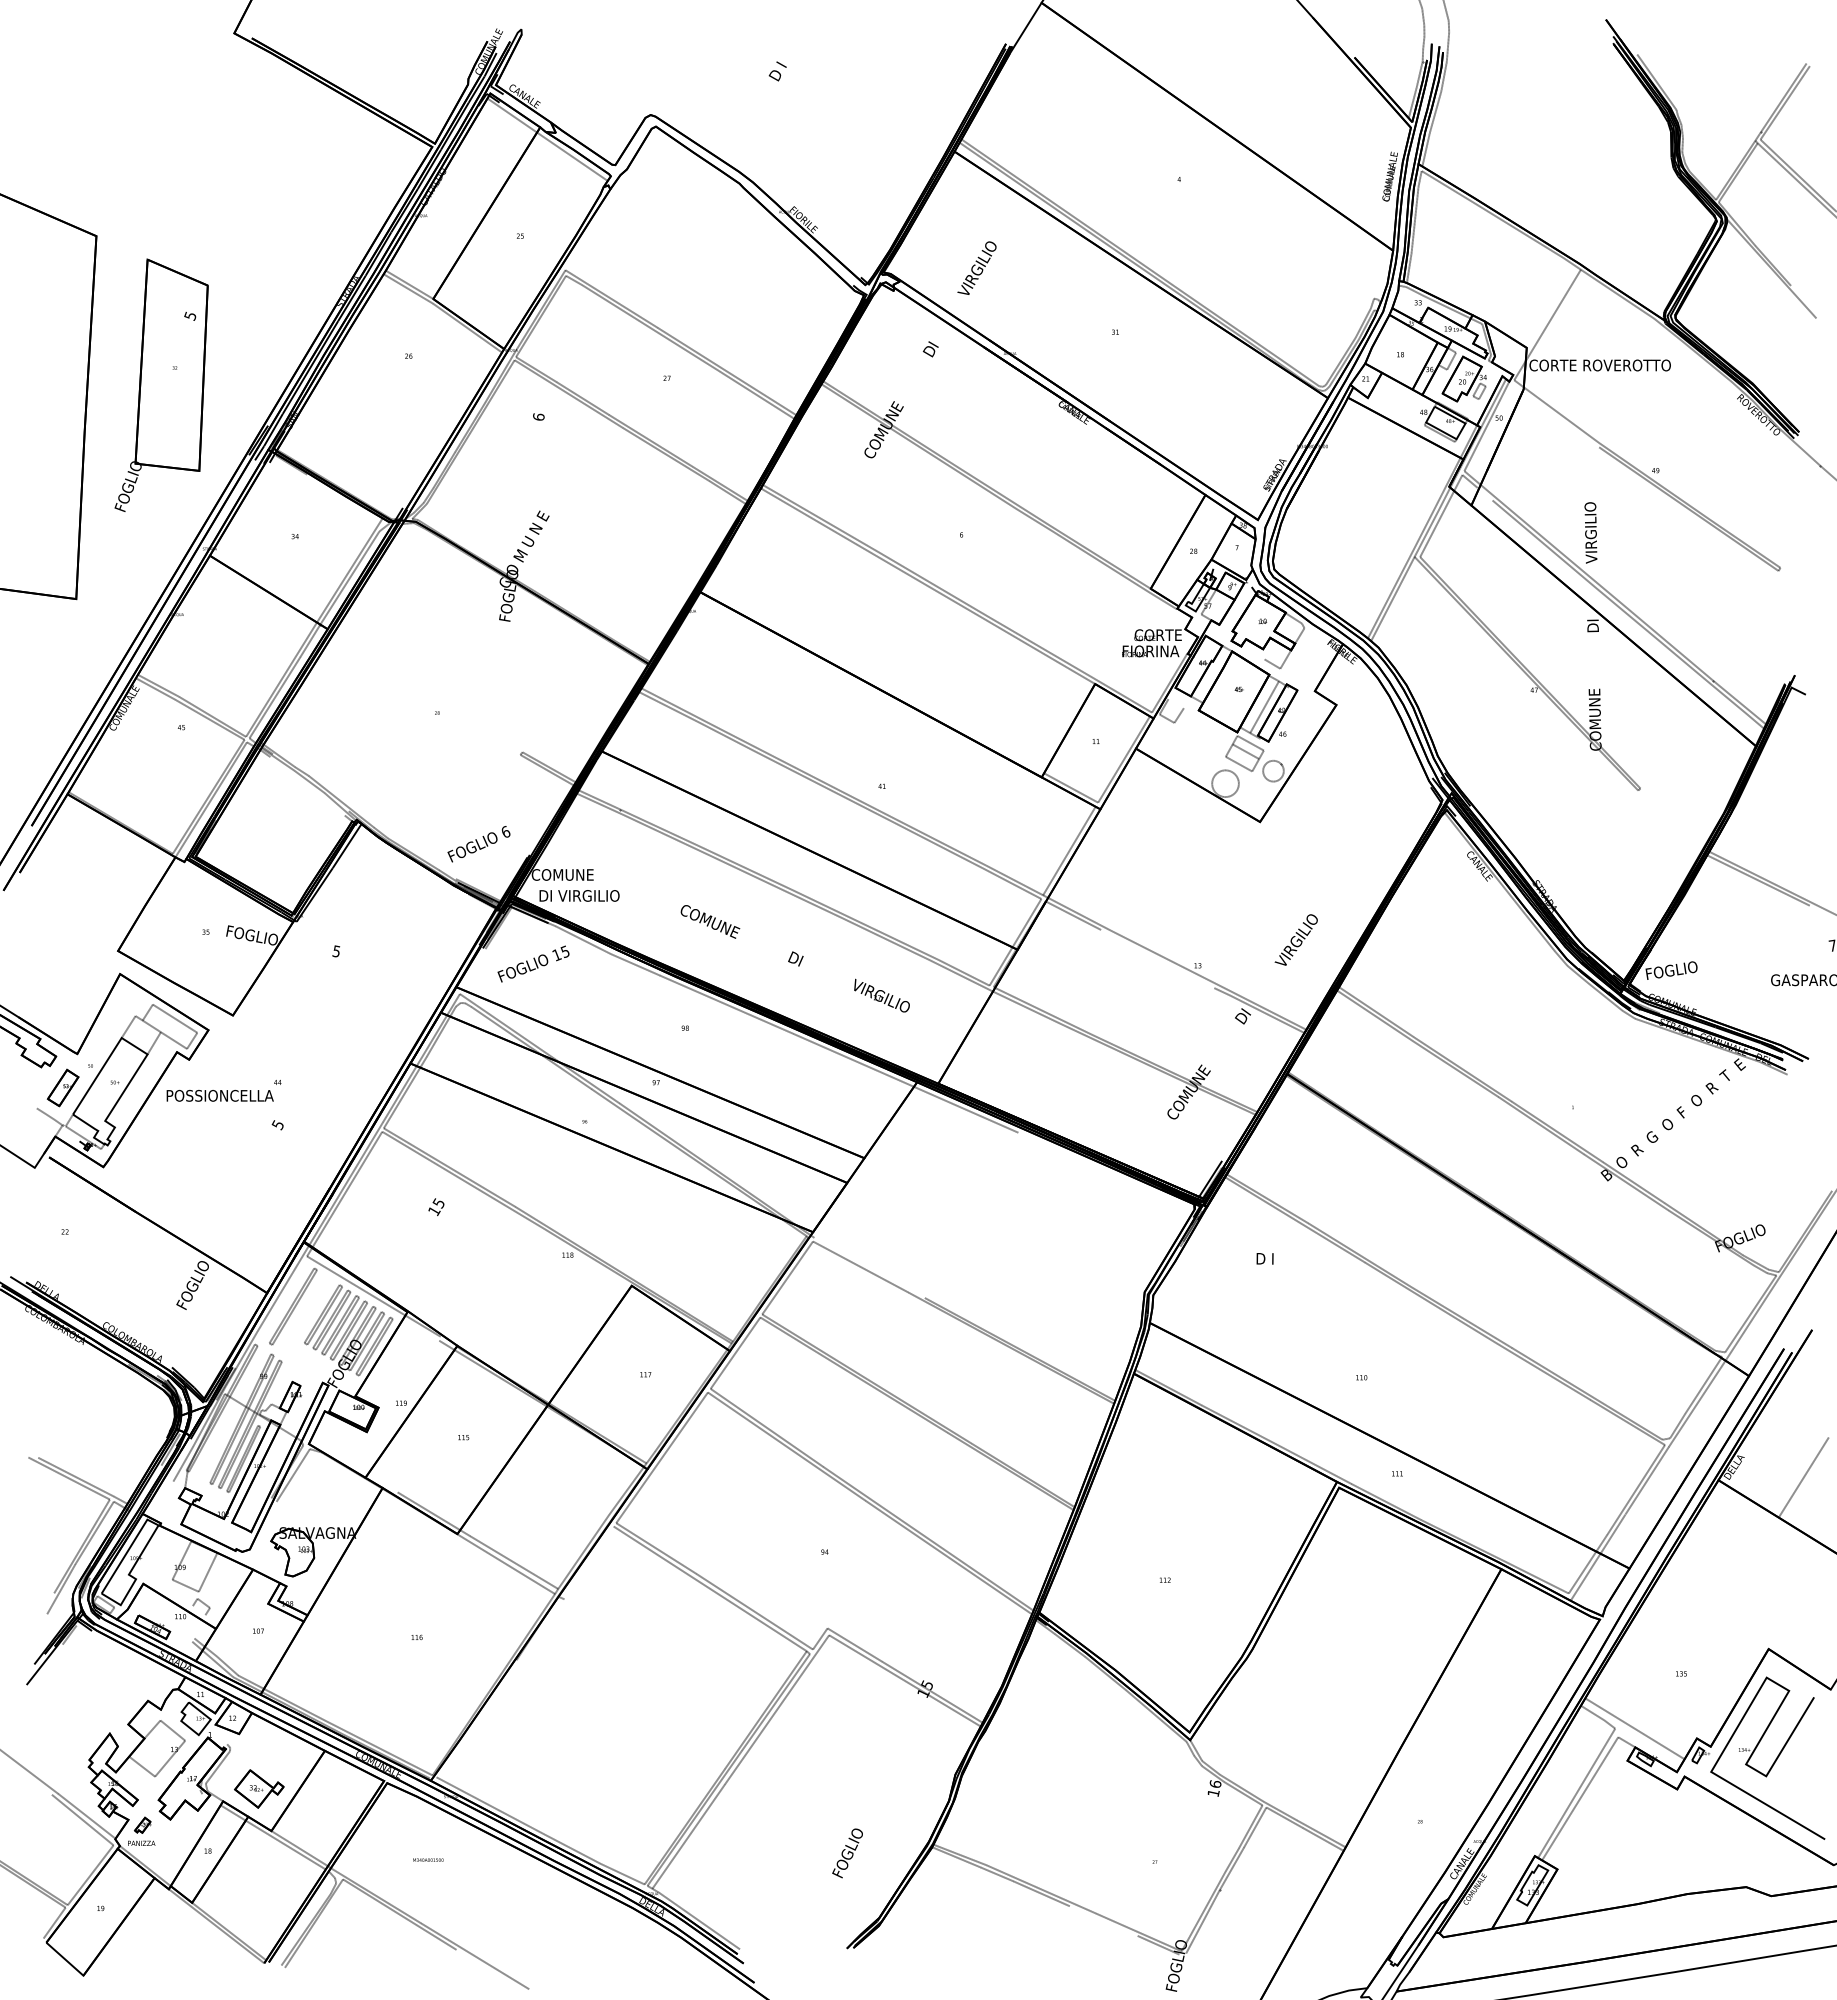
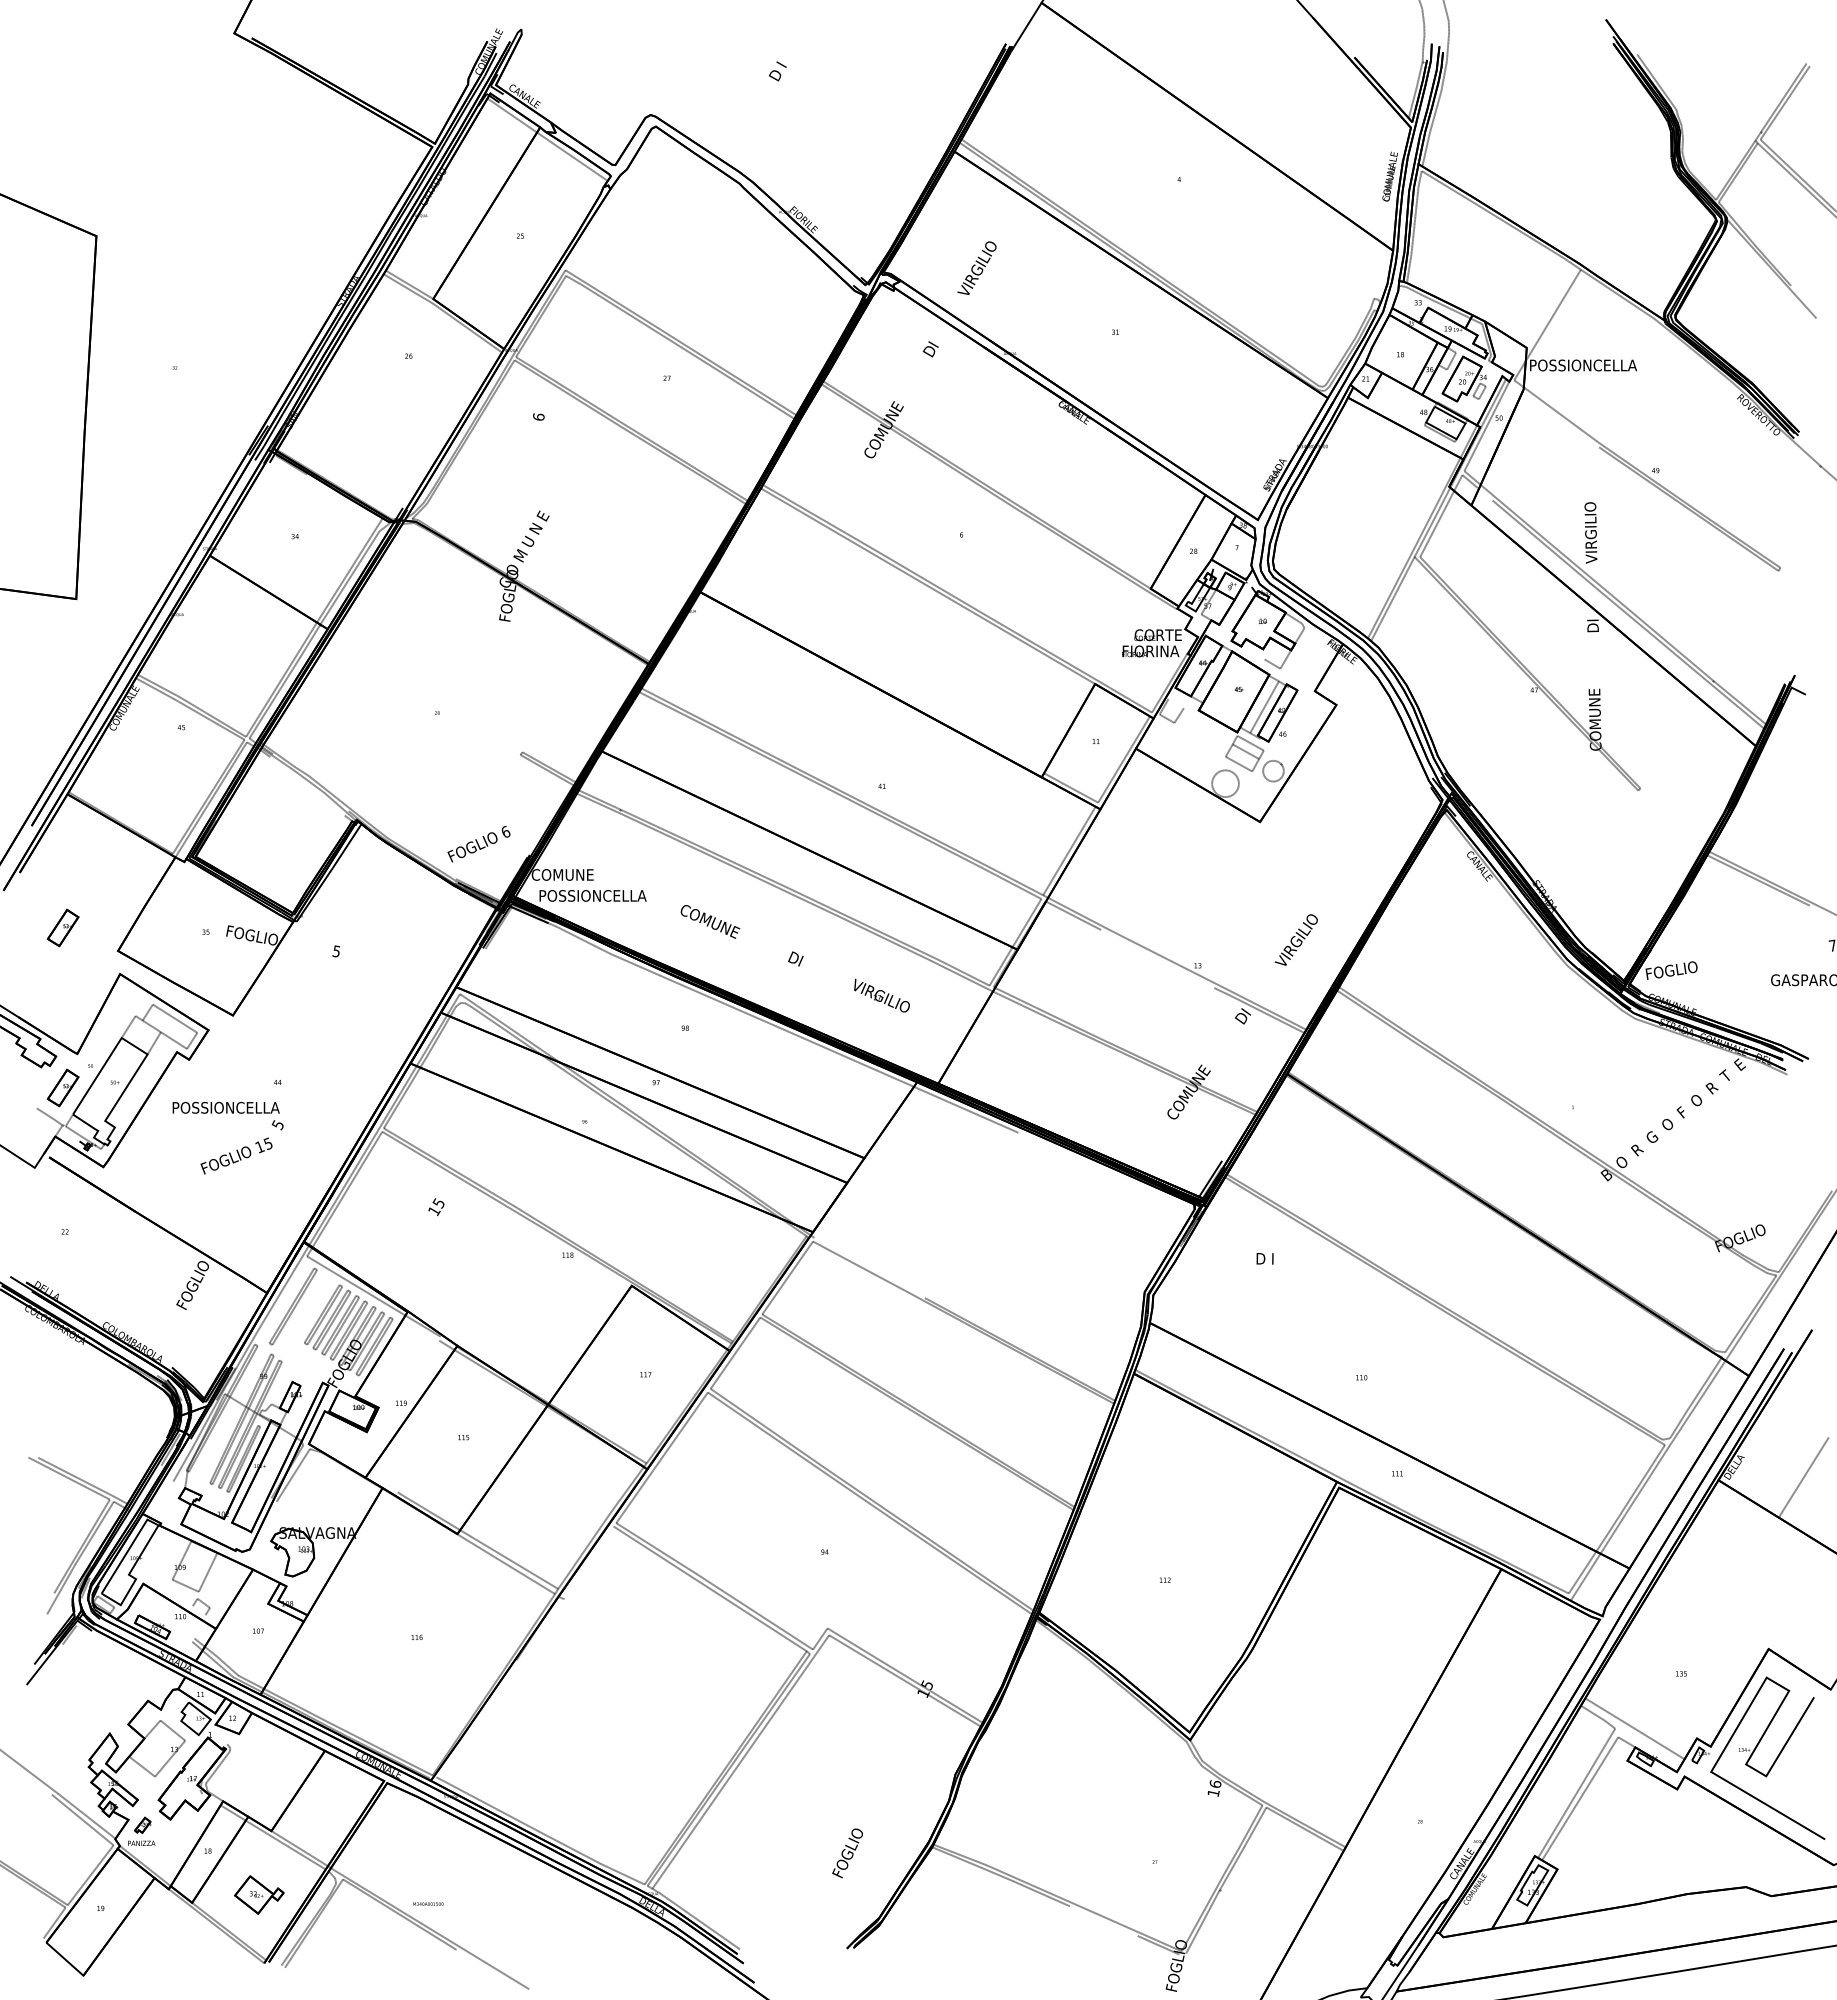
text at (1599, 365): CORTE ROVEROTTO -> POSSIONCELLA
part at (161, 384): present -> none
text at (593, 895): DI VIRGILIO -> POSSIONCELLA
part at (62, 927): none -> present
text at (533, 963) position: (533, 963) -> (236, 1155)
text at (219, 1095) position: (219, 1095) -> (225, 1107)
part at (259, 1788) position: (259, 1788) -> (259, 1894)
text at (428, 1859) position: (428, 1859) -> (428, 1903)
